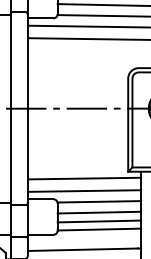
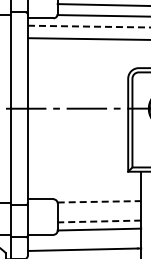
line at (89, 26): solid -> dashed
line at (84, 178): present -> none
line at (84, 190): present -> none
line at (99, 201): solid -> dashed
line at (99, 212): present -> none
line at (99, 221): solid -> dashed
